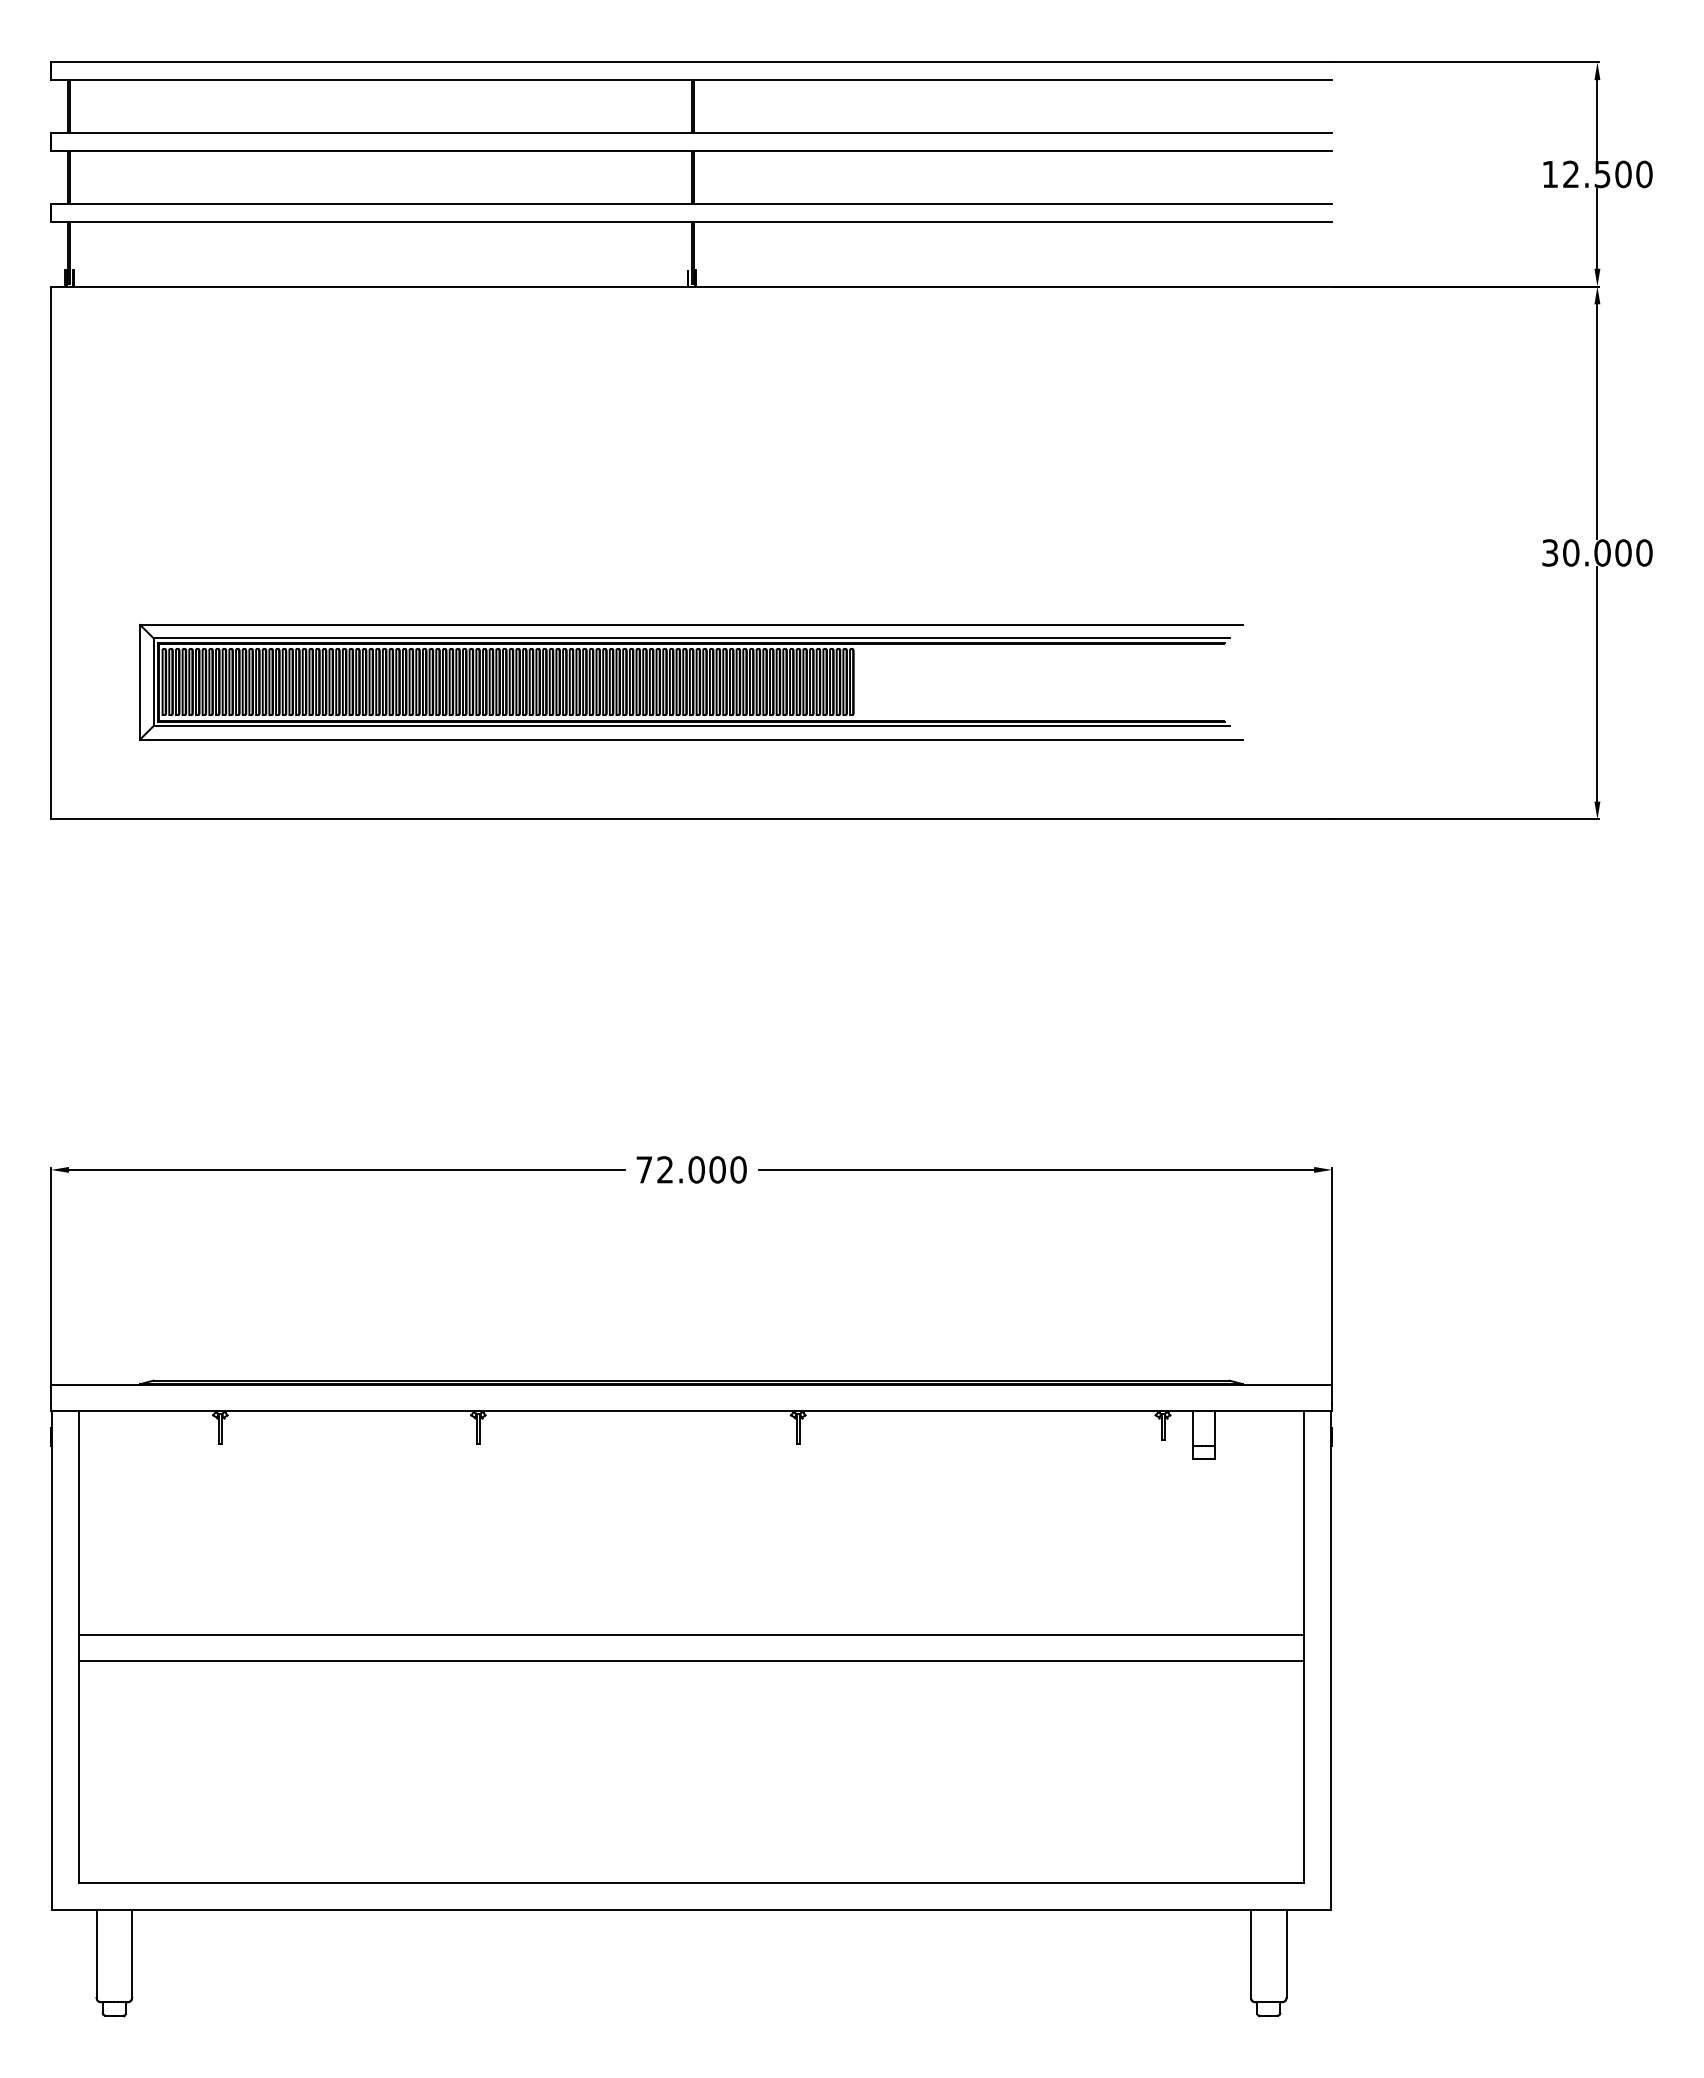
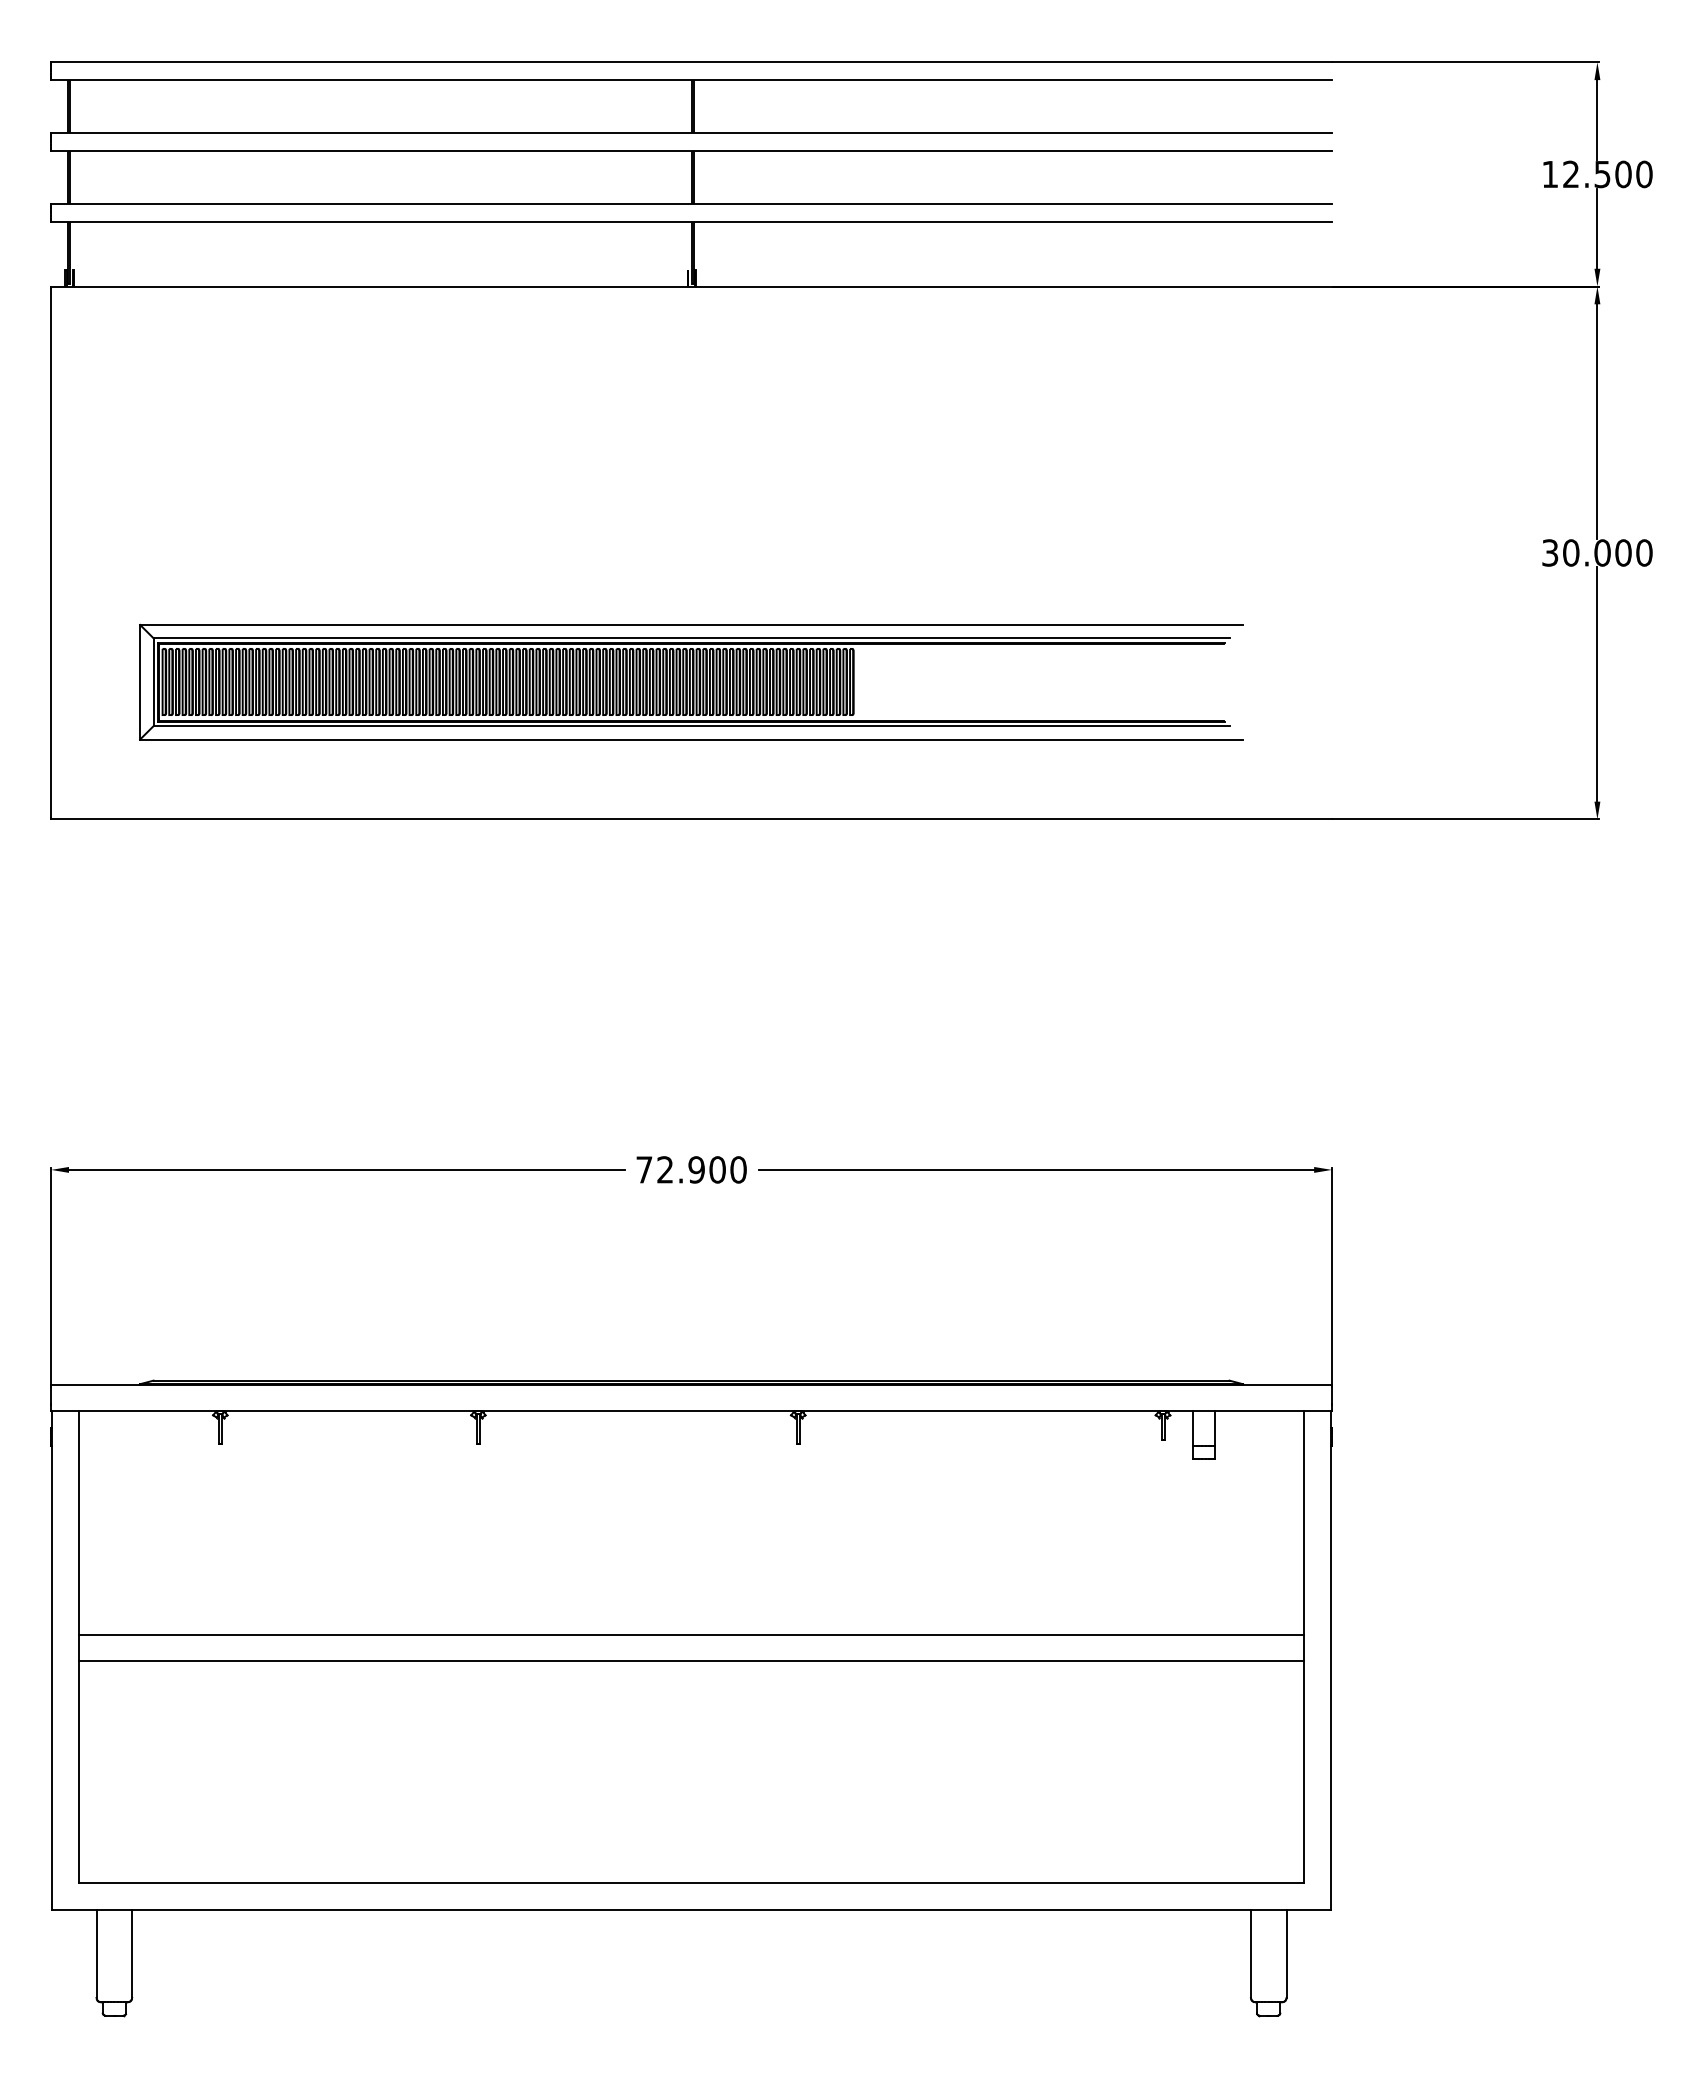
text at (696, 1169): 72.000 -> 72.900
